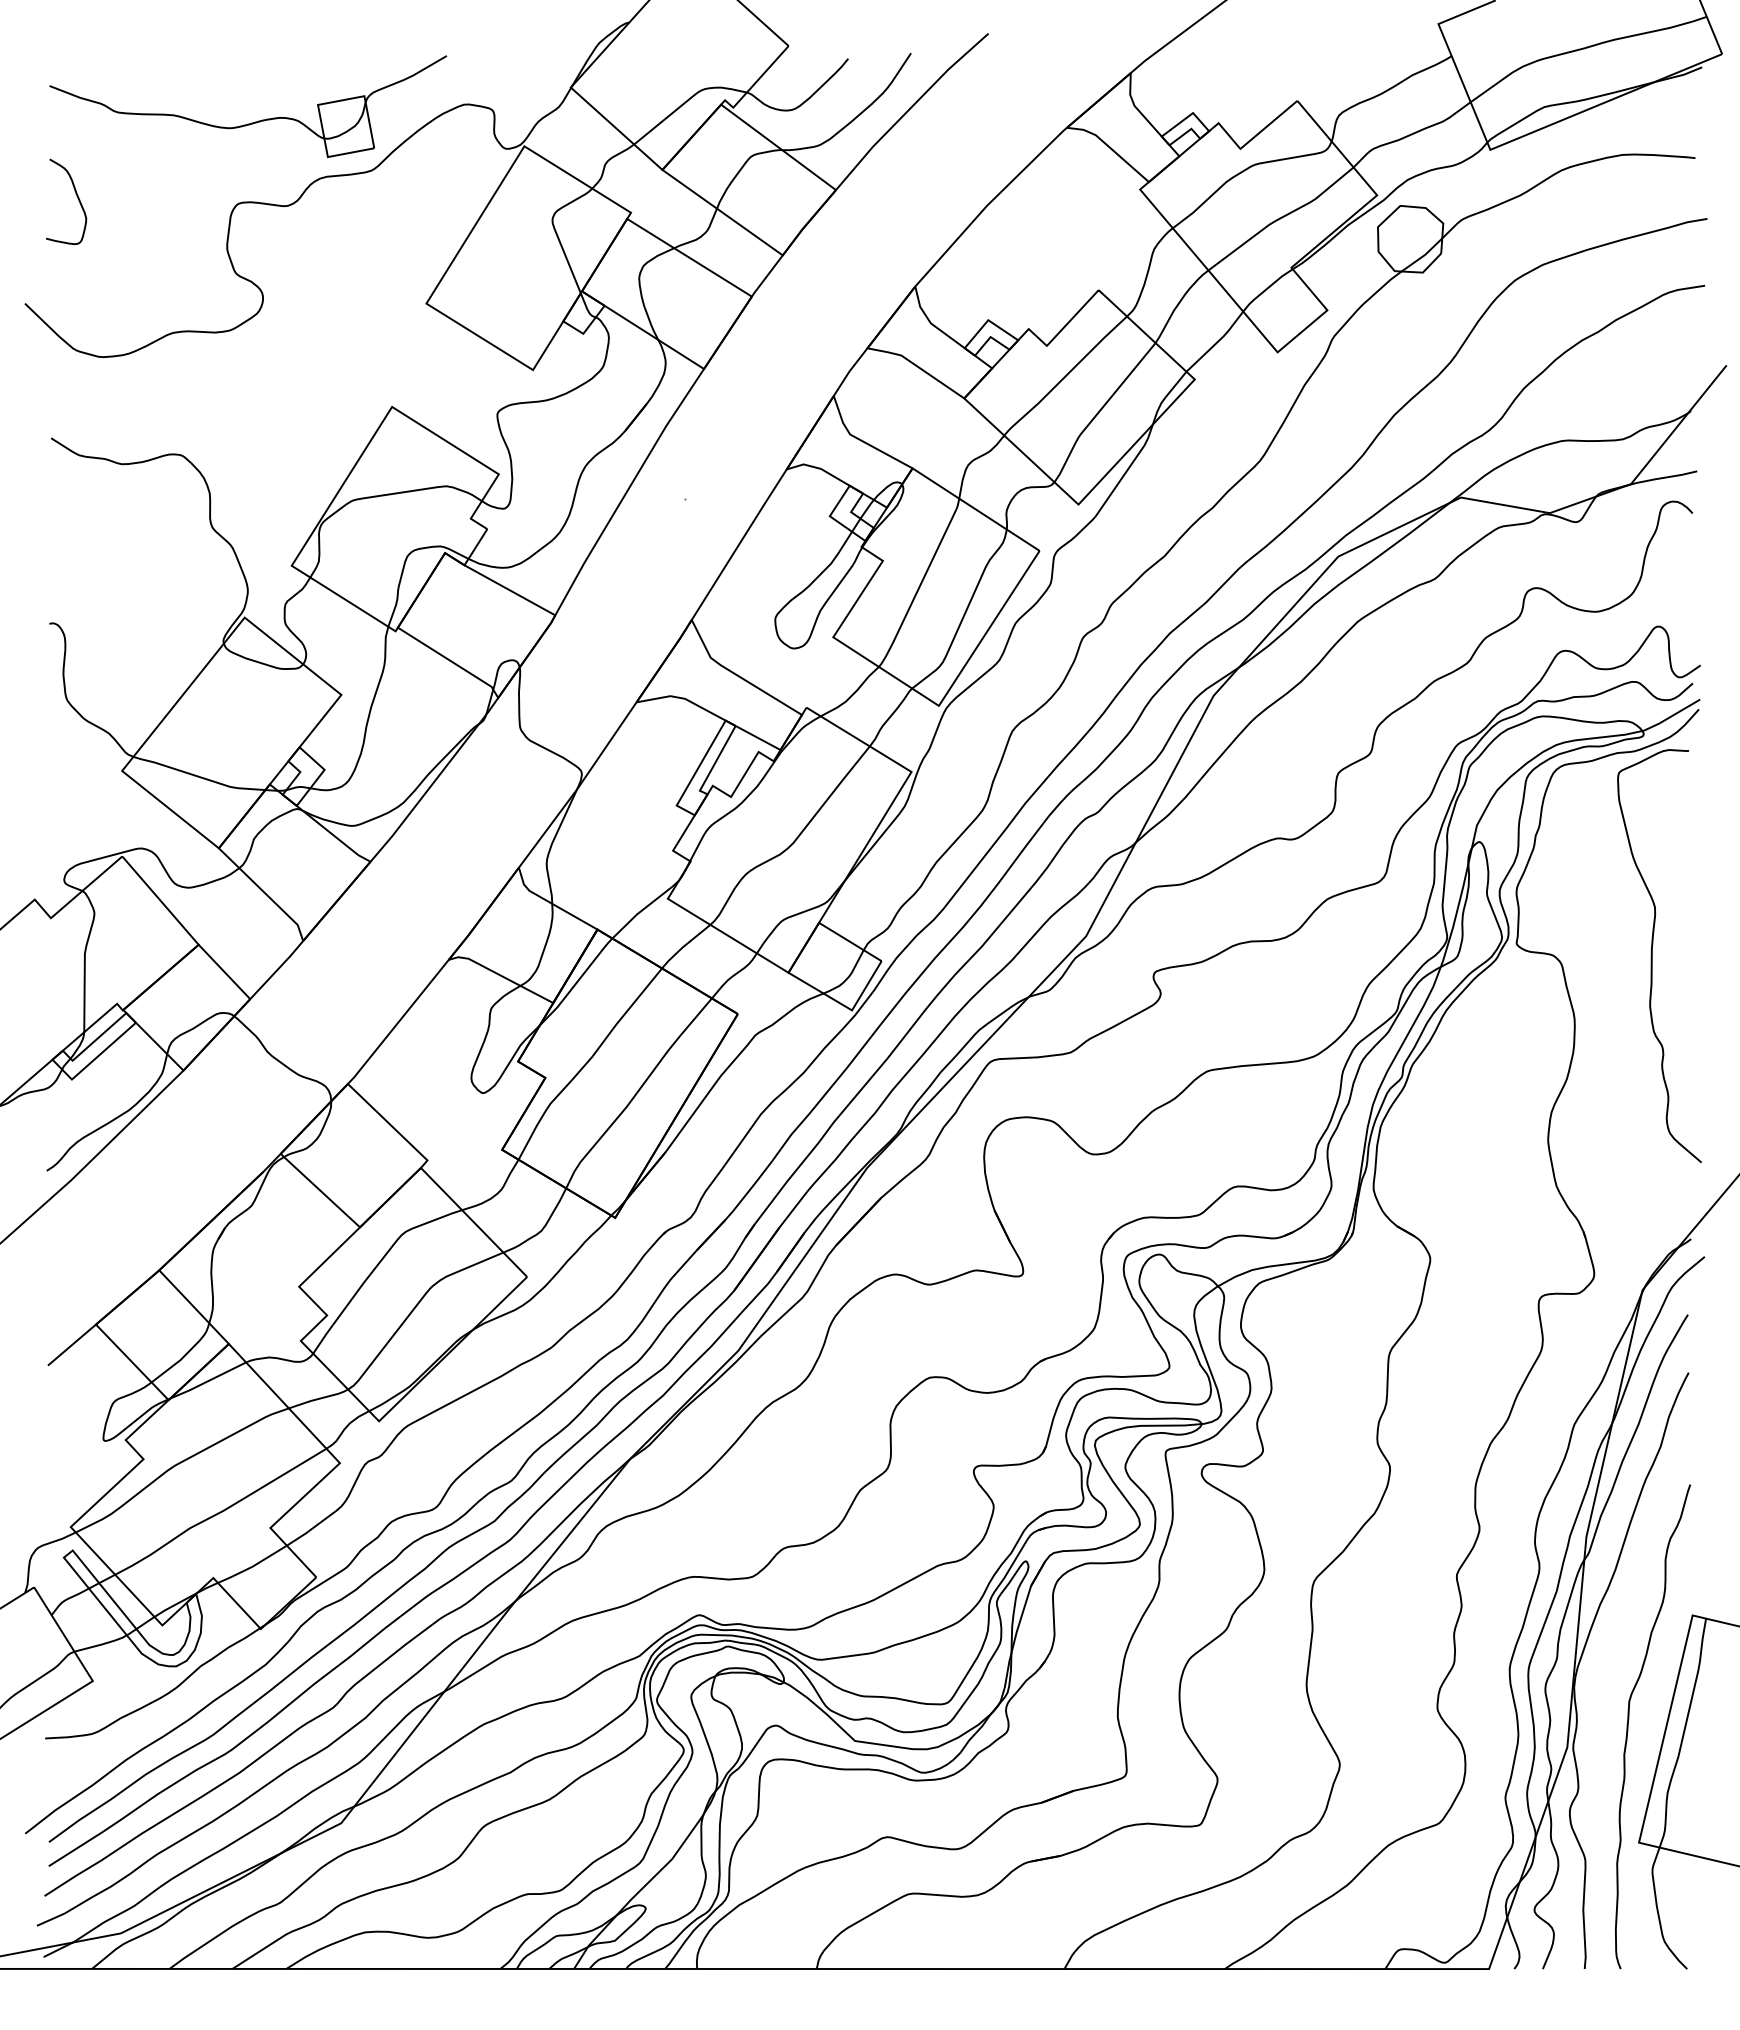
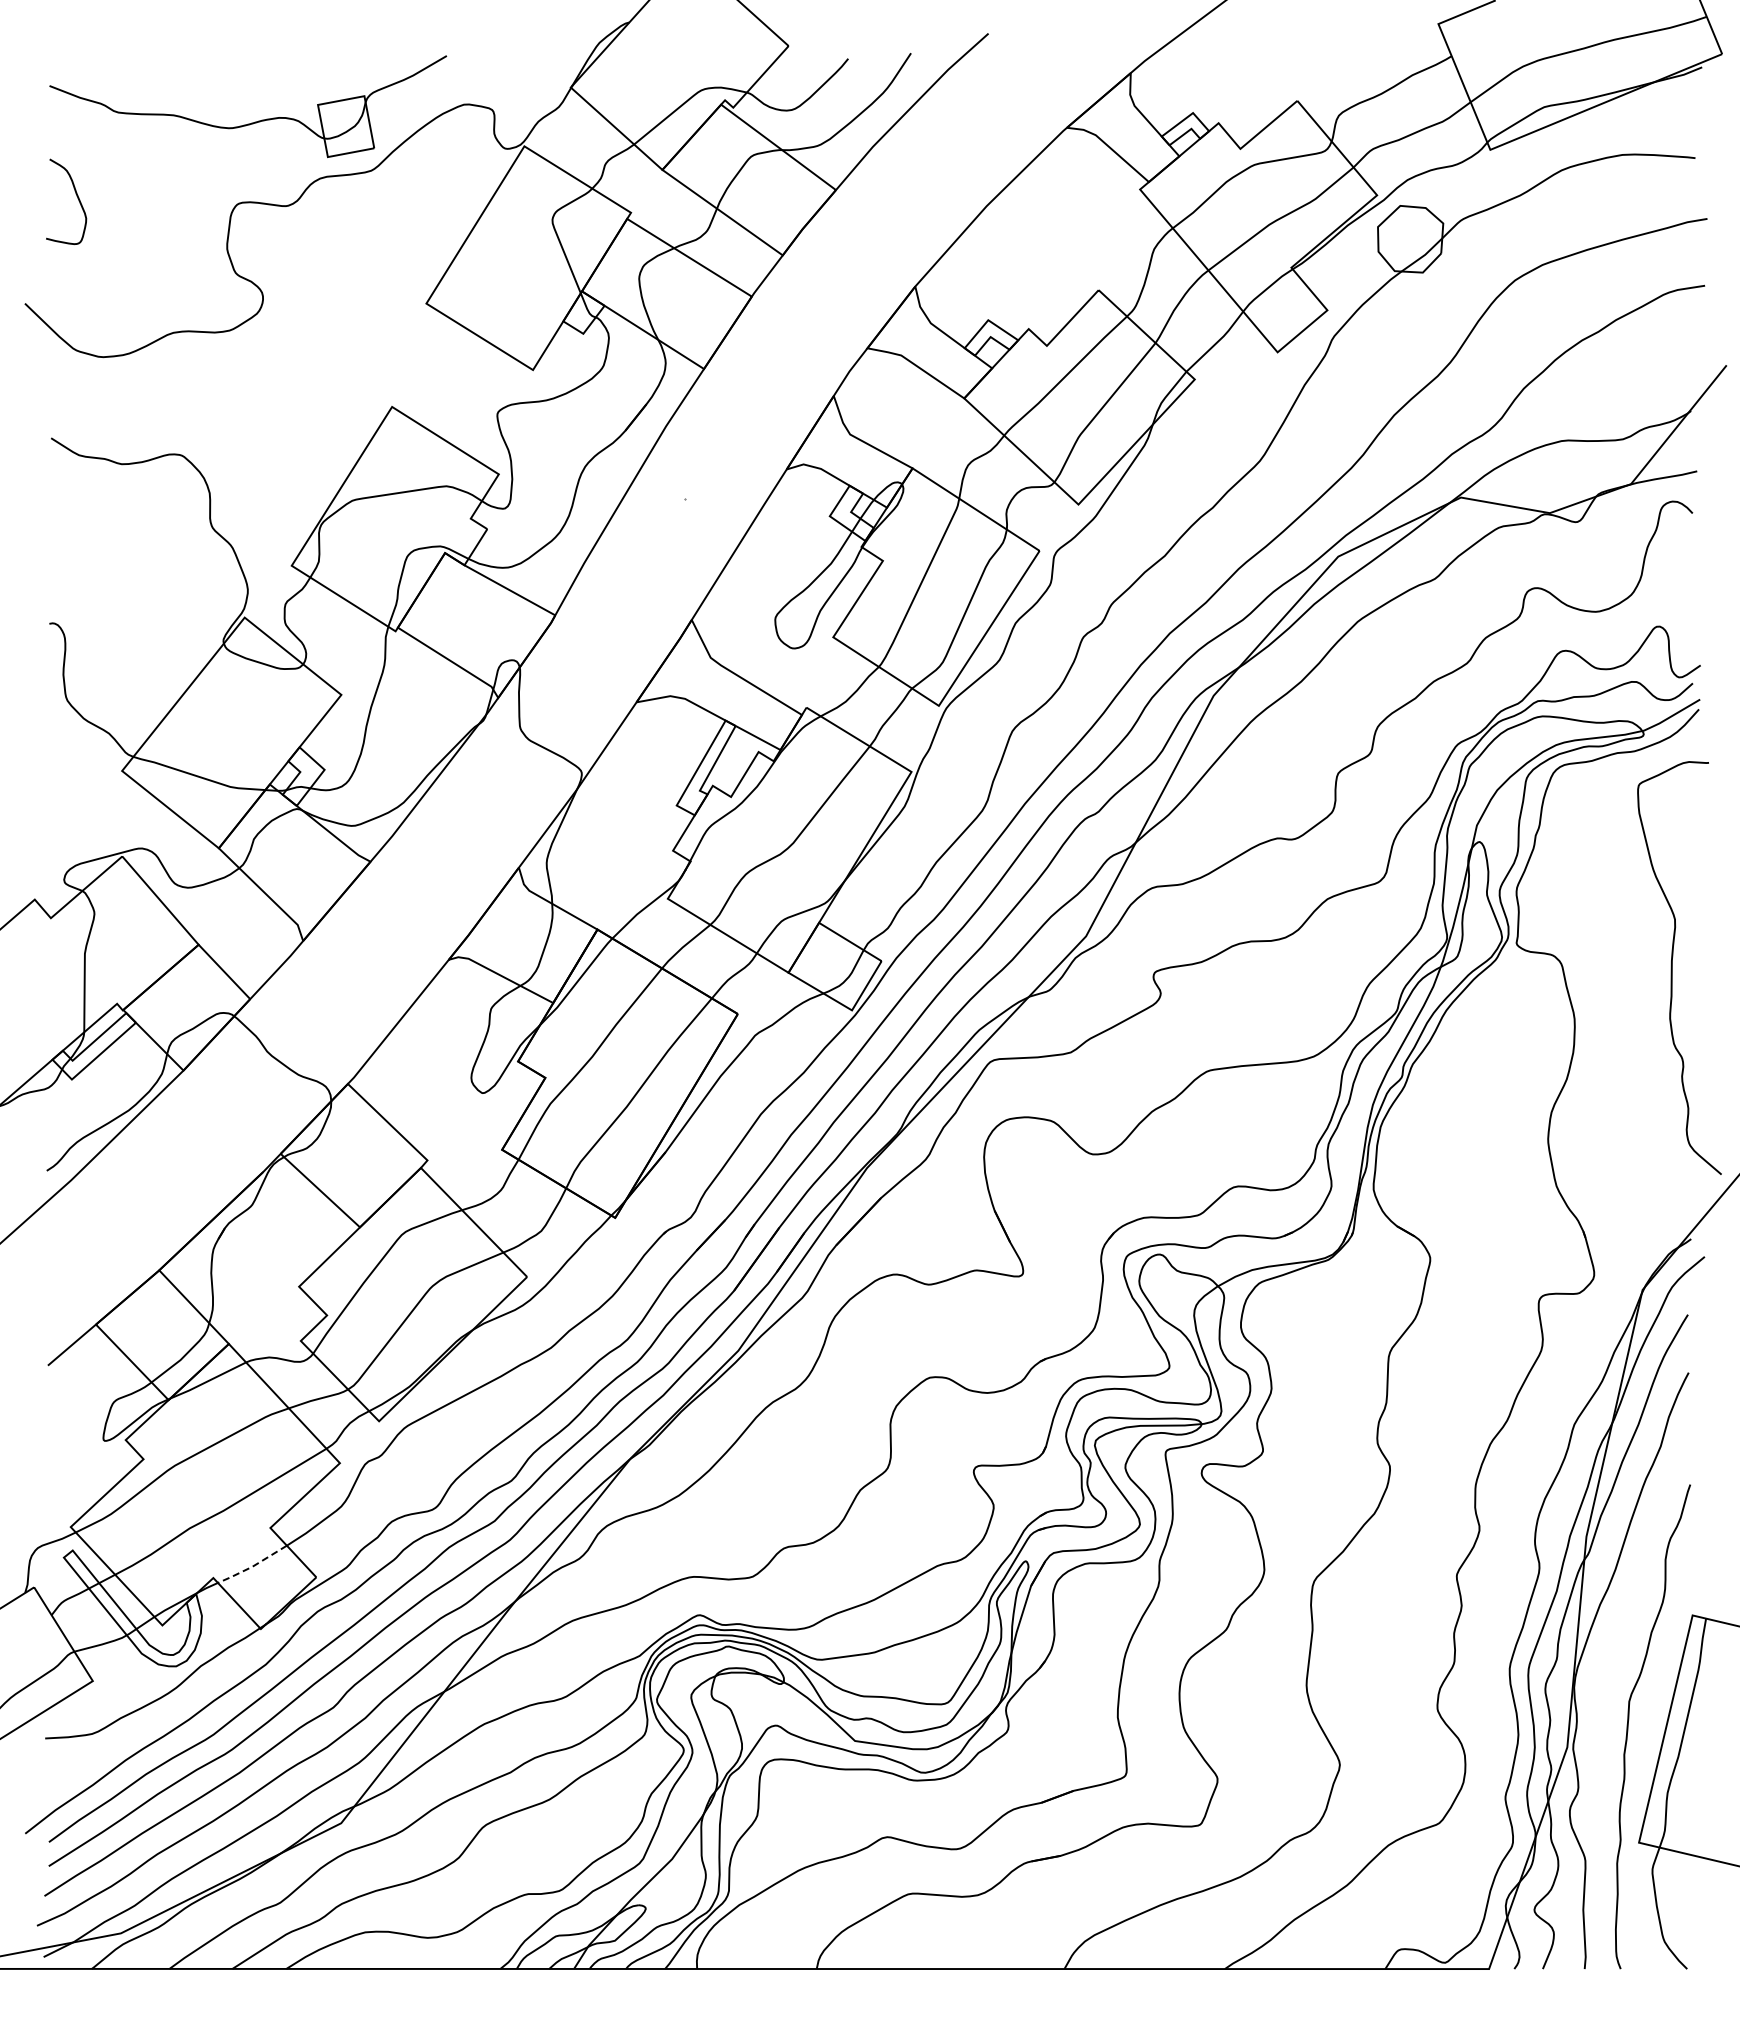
curve at (1652, 955) position: (1652, 955) -> (1672, 967)
line at (252, 1566): solid -> dashed
